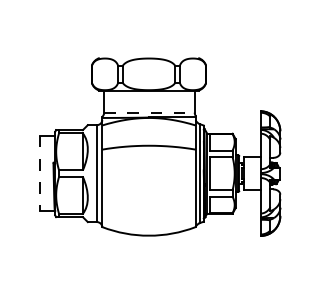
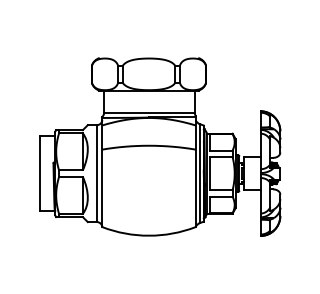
line at (149, 112): dashed -> solid
line at (39, 173): dashed -> solid
